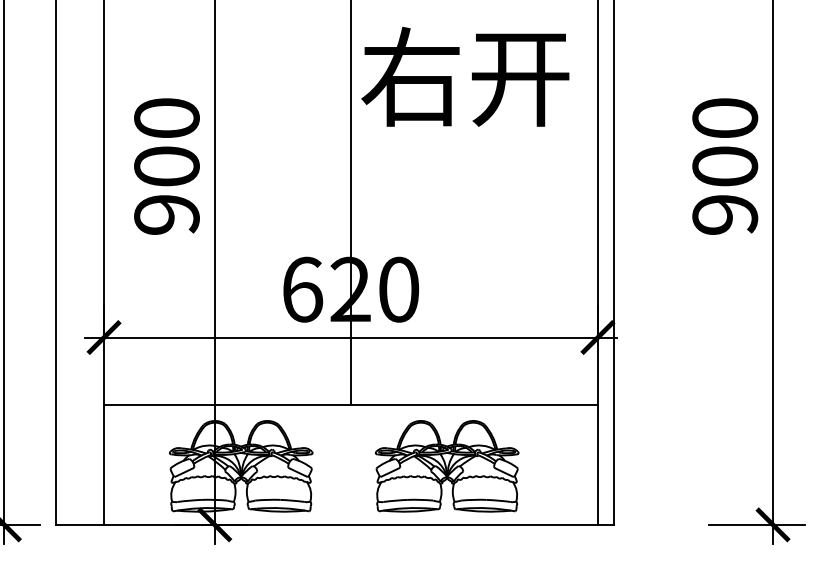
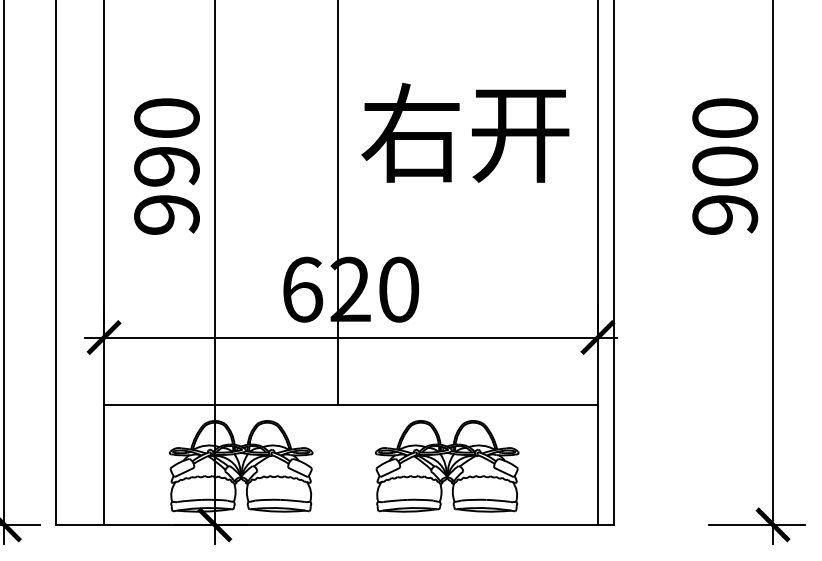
text at (465, 76) position: (465, 76) -> (465, 132)
text at (166, 166): 900 -> 990
line at (351, 203) position: (351, 203) -> (338, 203)
